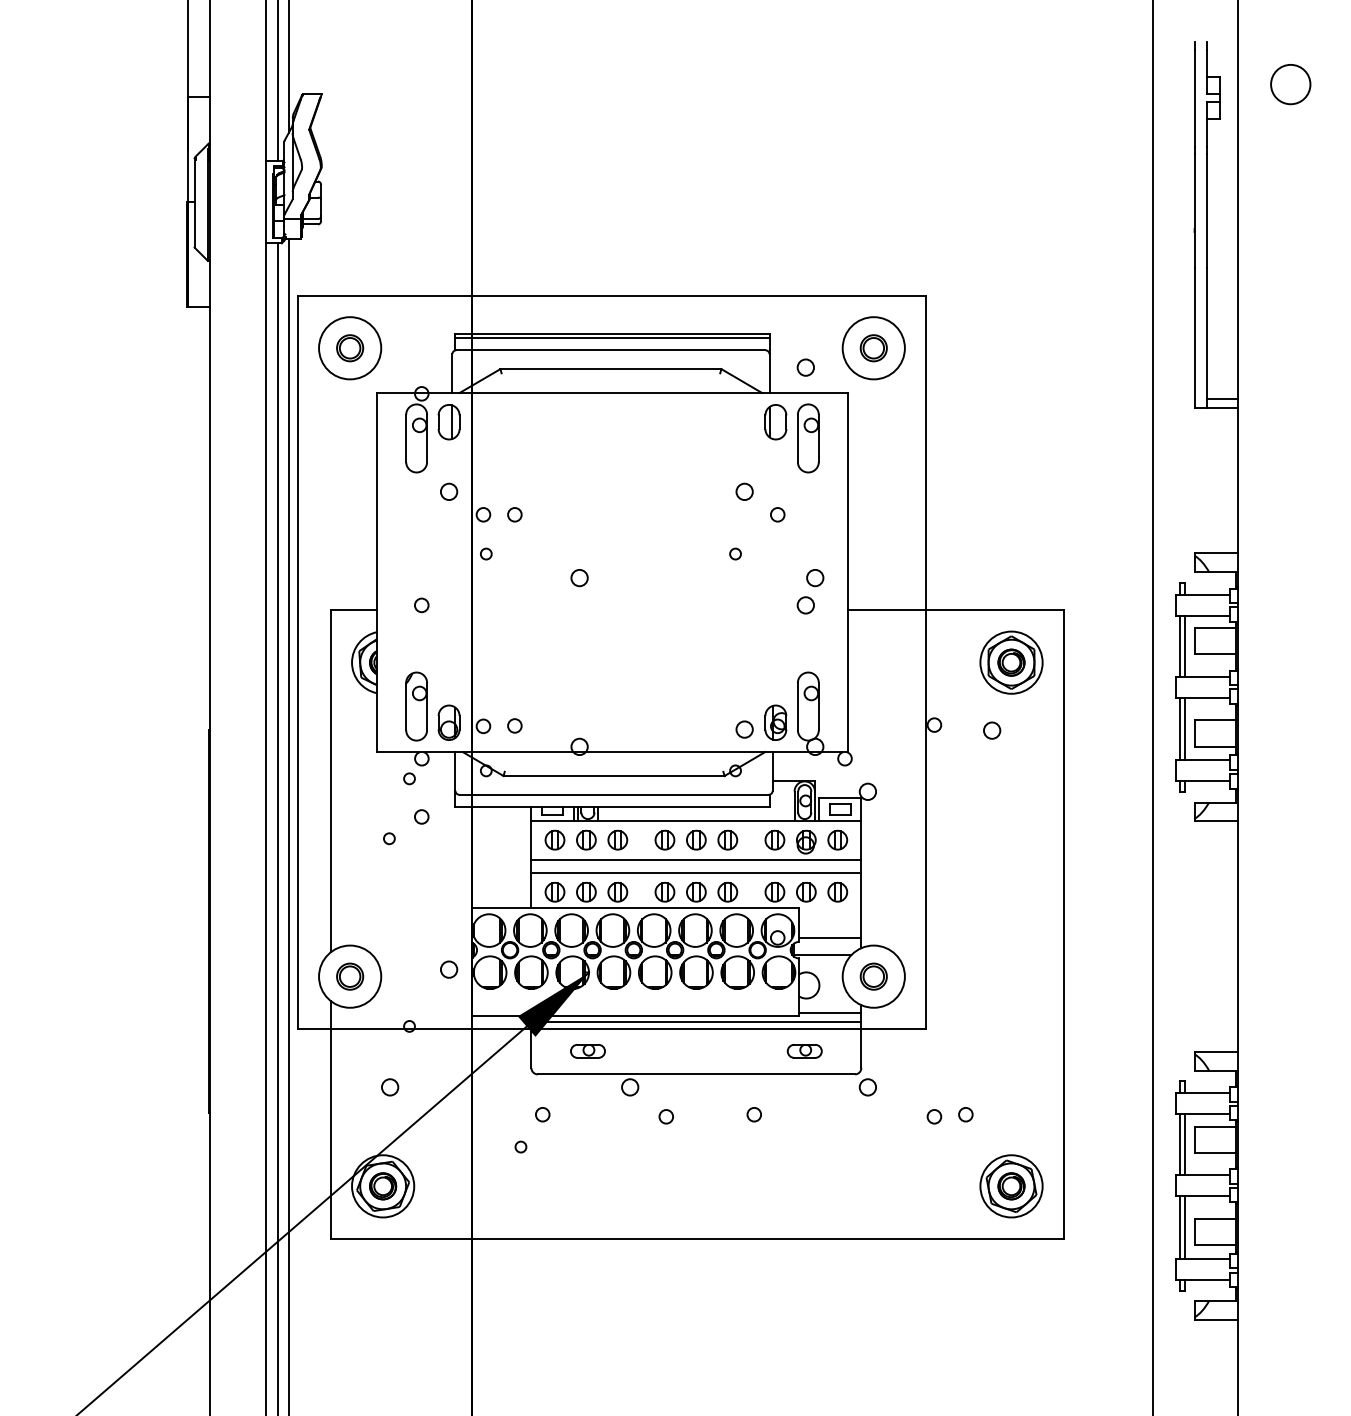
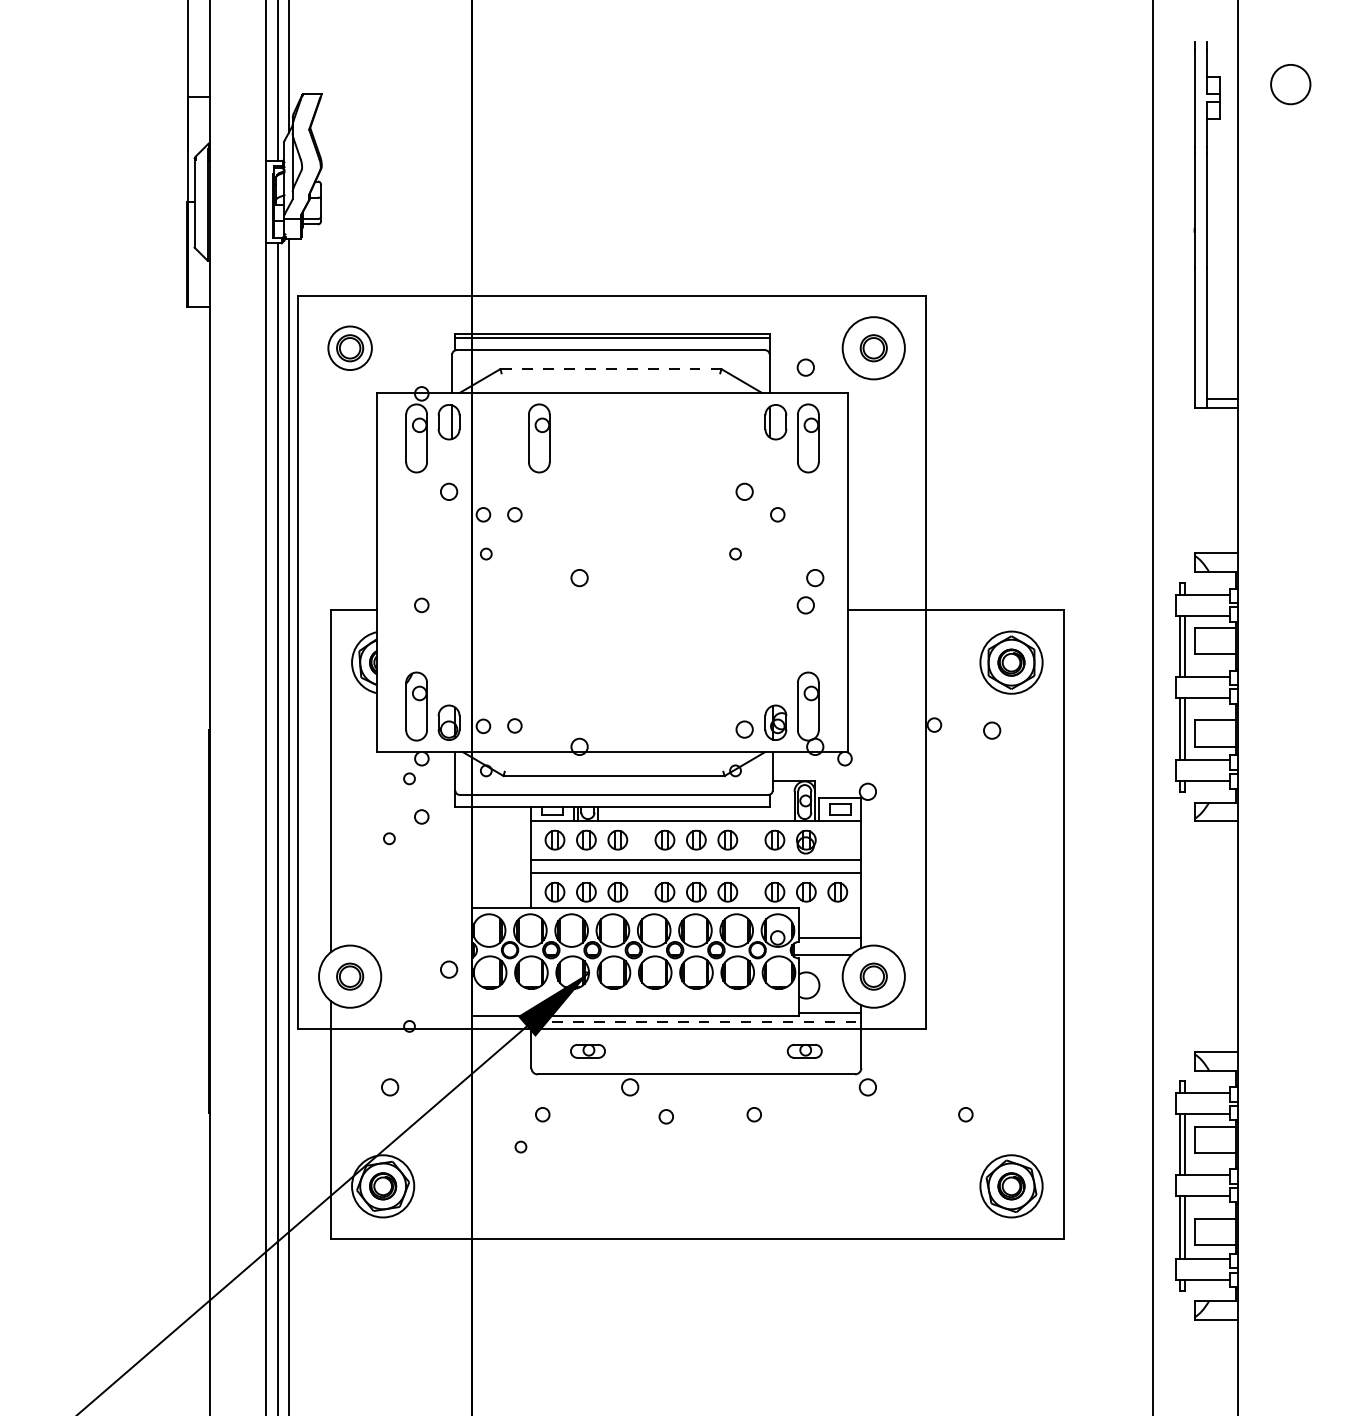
circle at (350, 348) diameter: 62 px -> 44 px
line at (610, 369): solid -> dashed
part at (539, 438): none -> present
part at (837, 839): present -> none
line at (696, 1022): solid -> dashed
circle at (934, 1116): present -> none
